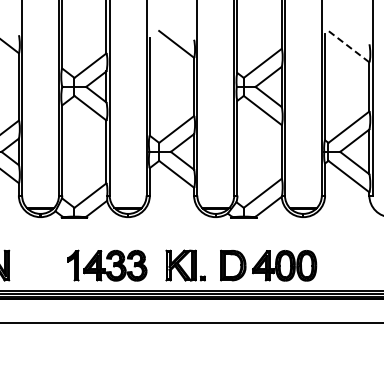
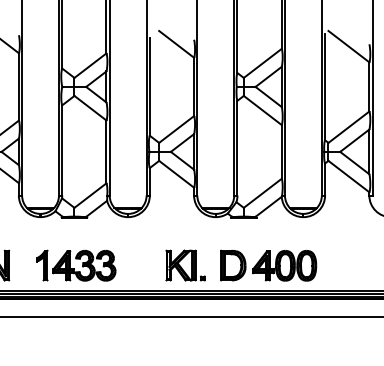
line at (348, 46): dashed -> solid
part at (107, 265) position: (107, 265) -> (76, 265)
line at (191, 323) position: (191, 323) -> (191, 317)
